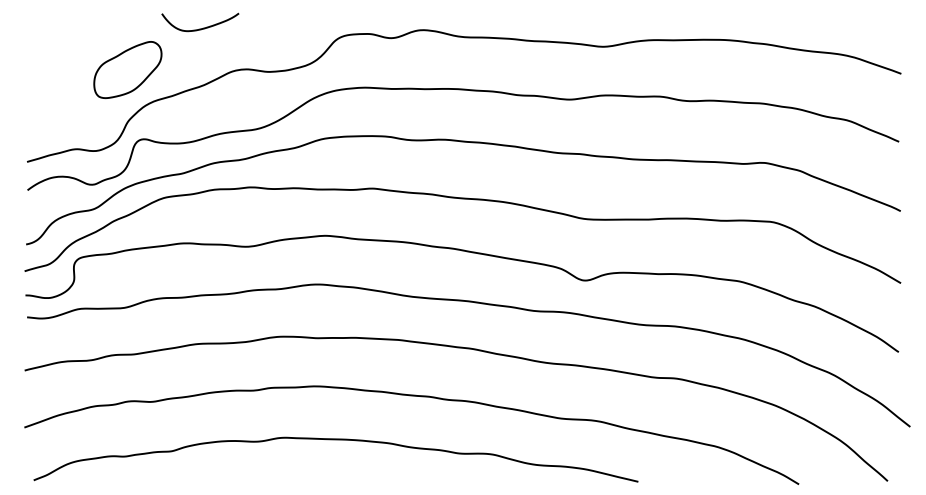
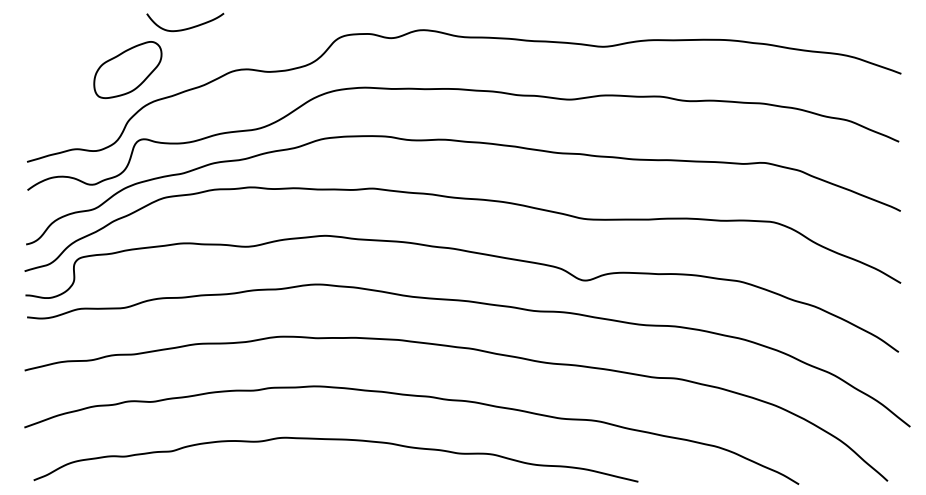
curve at (203, 27) position: (203, 27) -> (188, 27)
